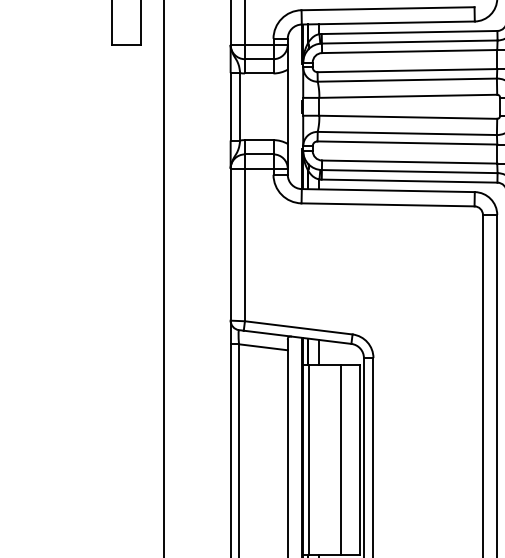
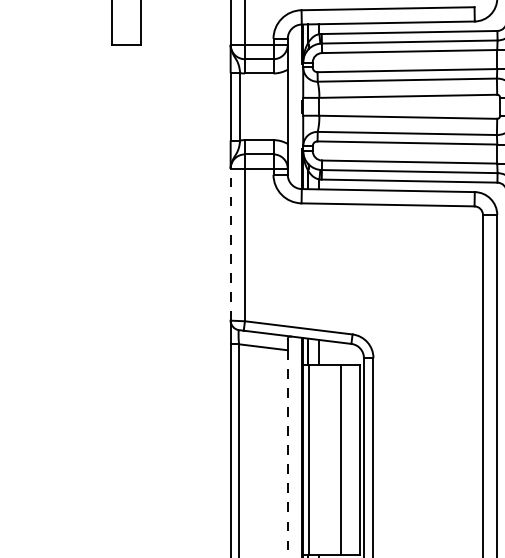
line at (230, 244): solid -> dashed
line at (164, 278): present -> none
line at (287, 453): solid -> dashed
